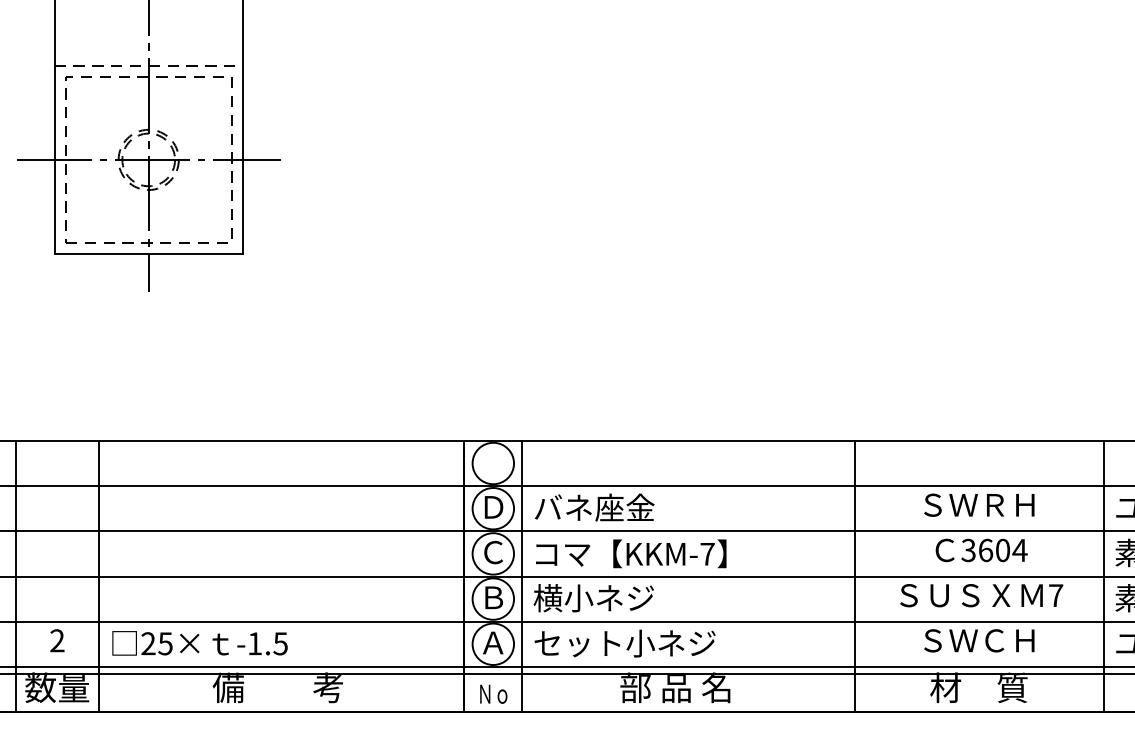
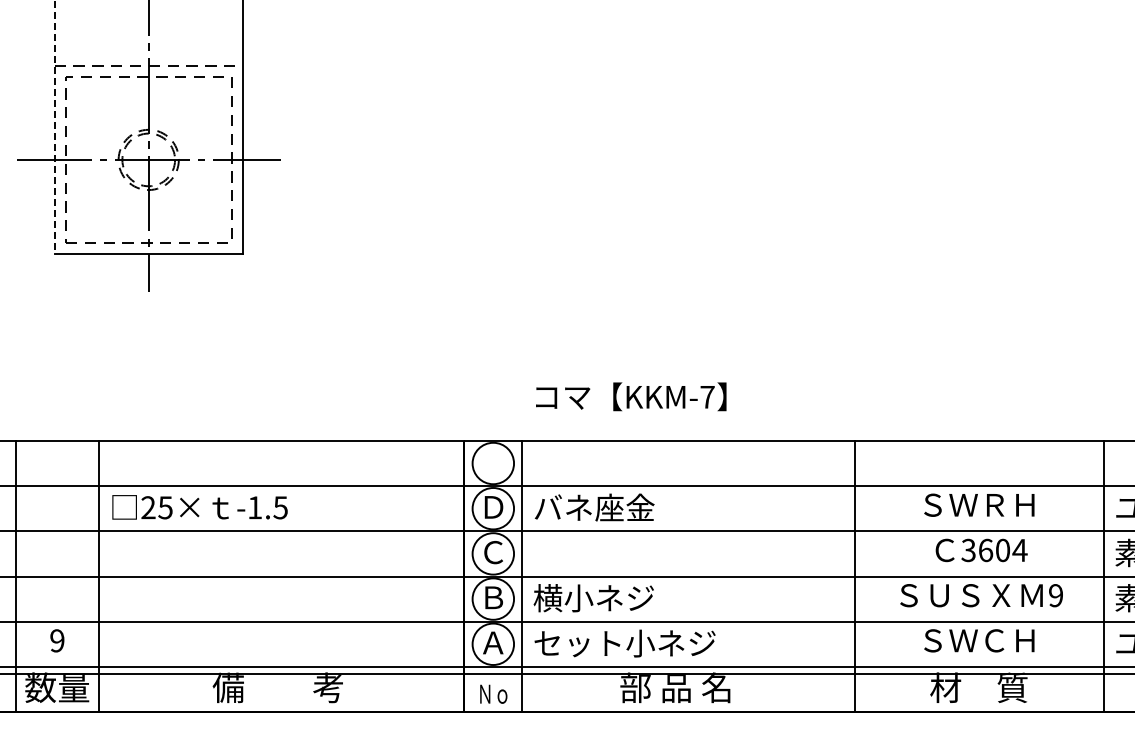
line at (54, 127): solid -> dashed
text at (631, 553) position: (631, 553) -> (631, 396)
text at (1056, 595): 7 -> 9
text at (57, 640): 2 -> 9
text at (199, 643) position: (199, 643) -> (199, 507)
